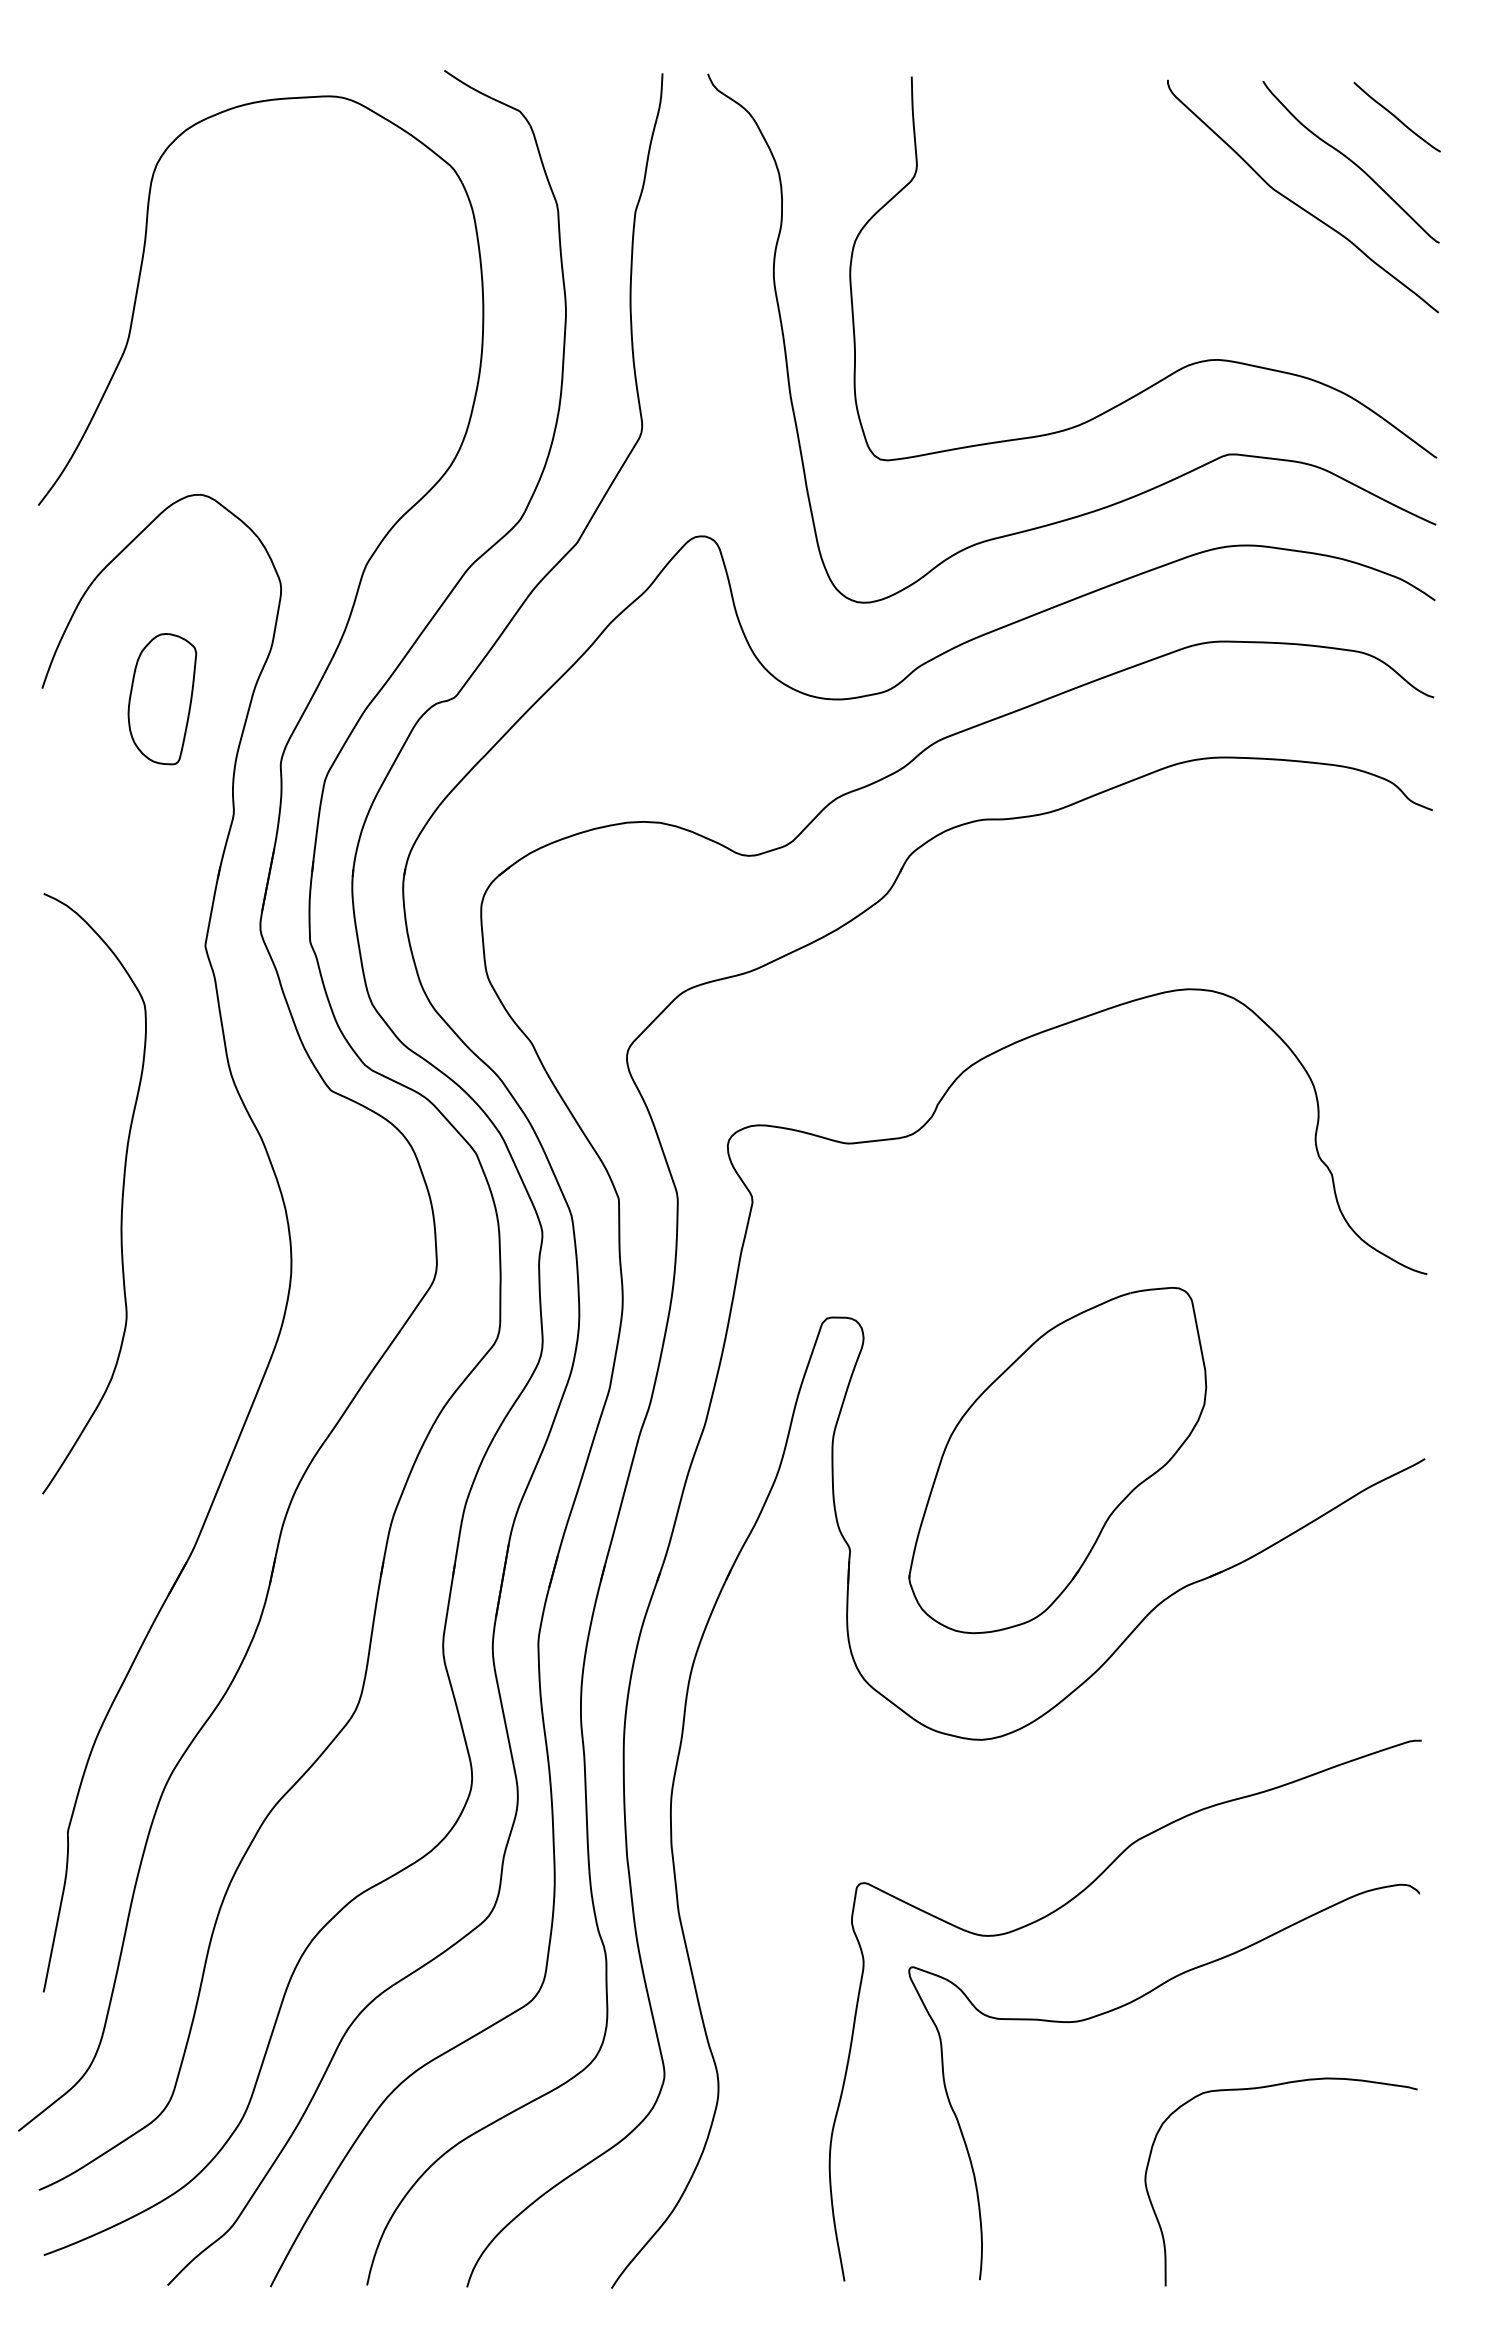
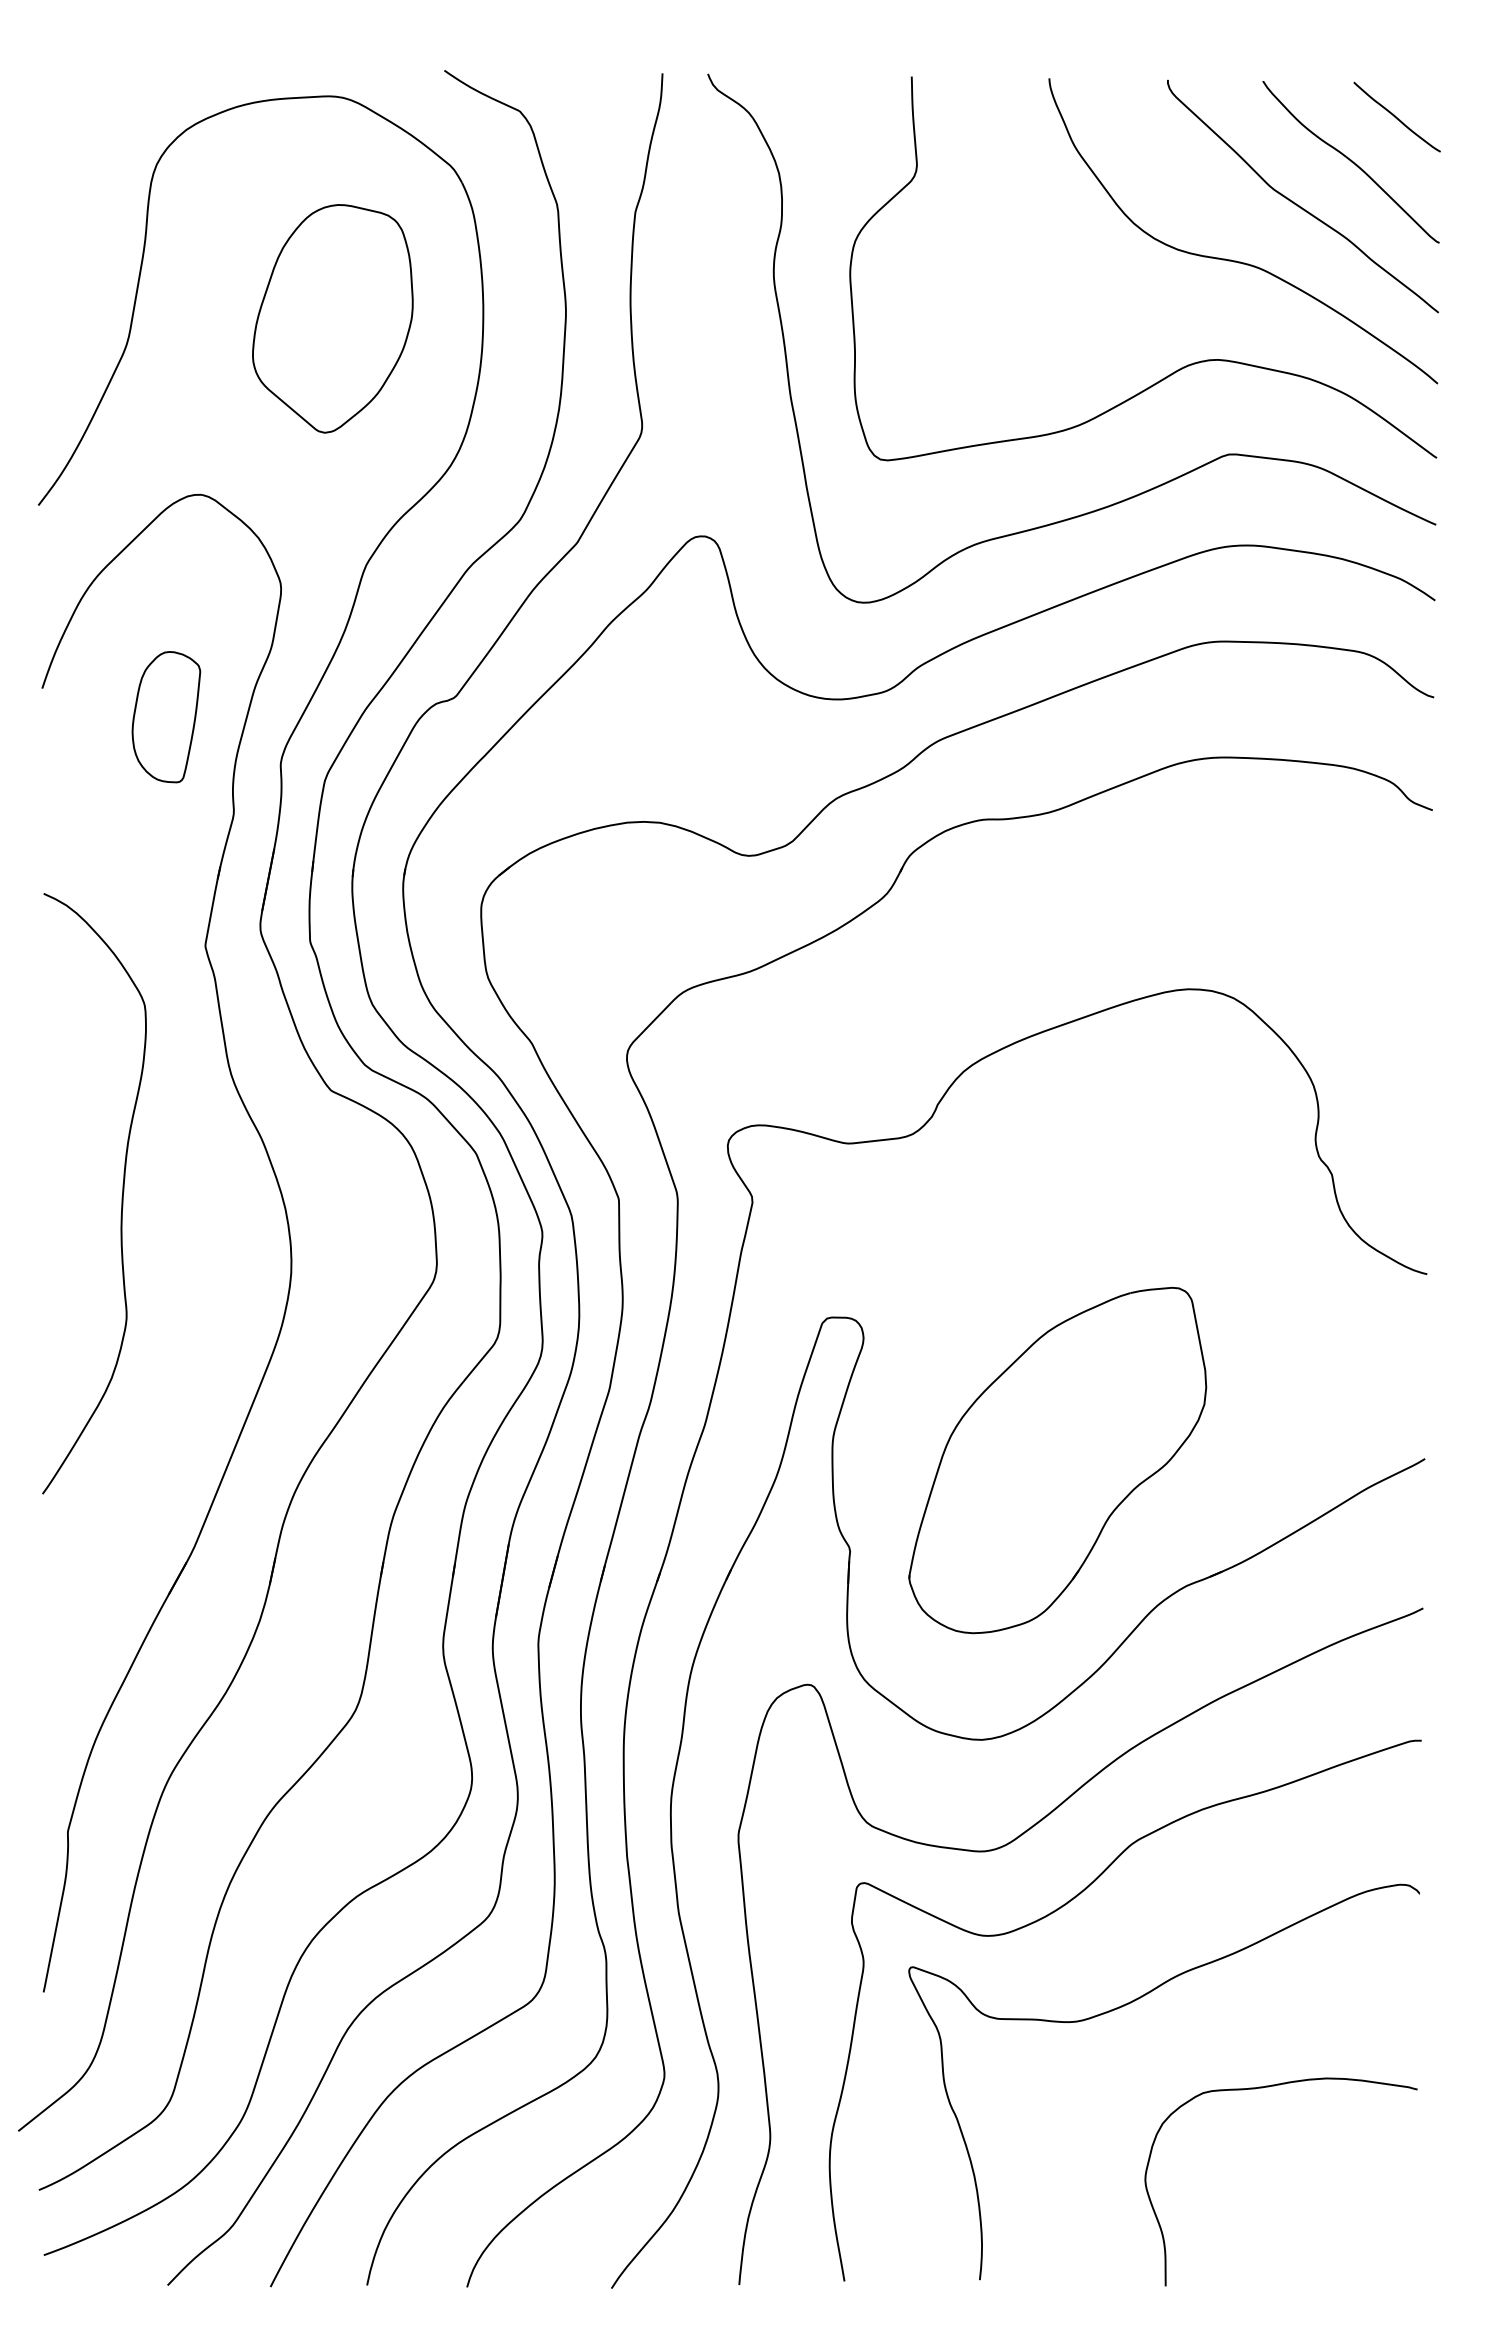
curve at (1236, 260): none -> present
part at (332, 318): none -> present
part at (162, 699) position: (162, 699) -> (166, 717)
curve at (1012, 1842): none -> present
